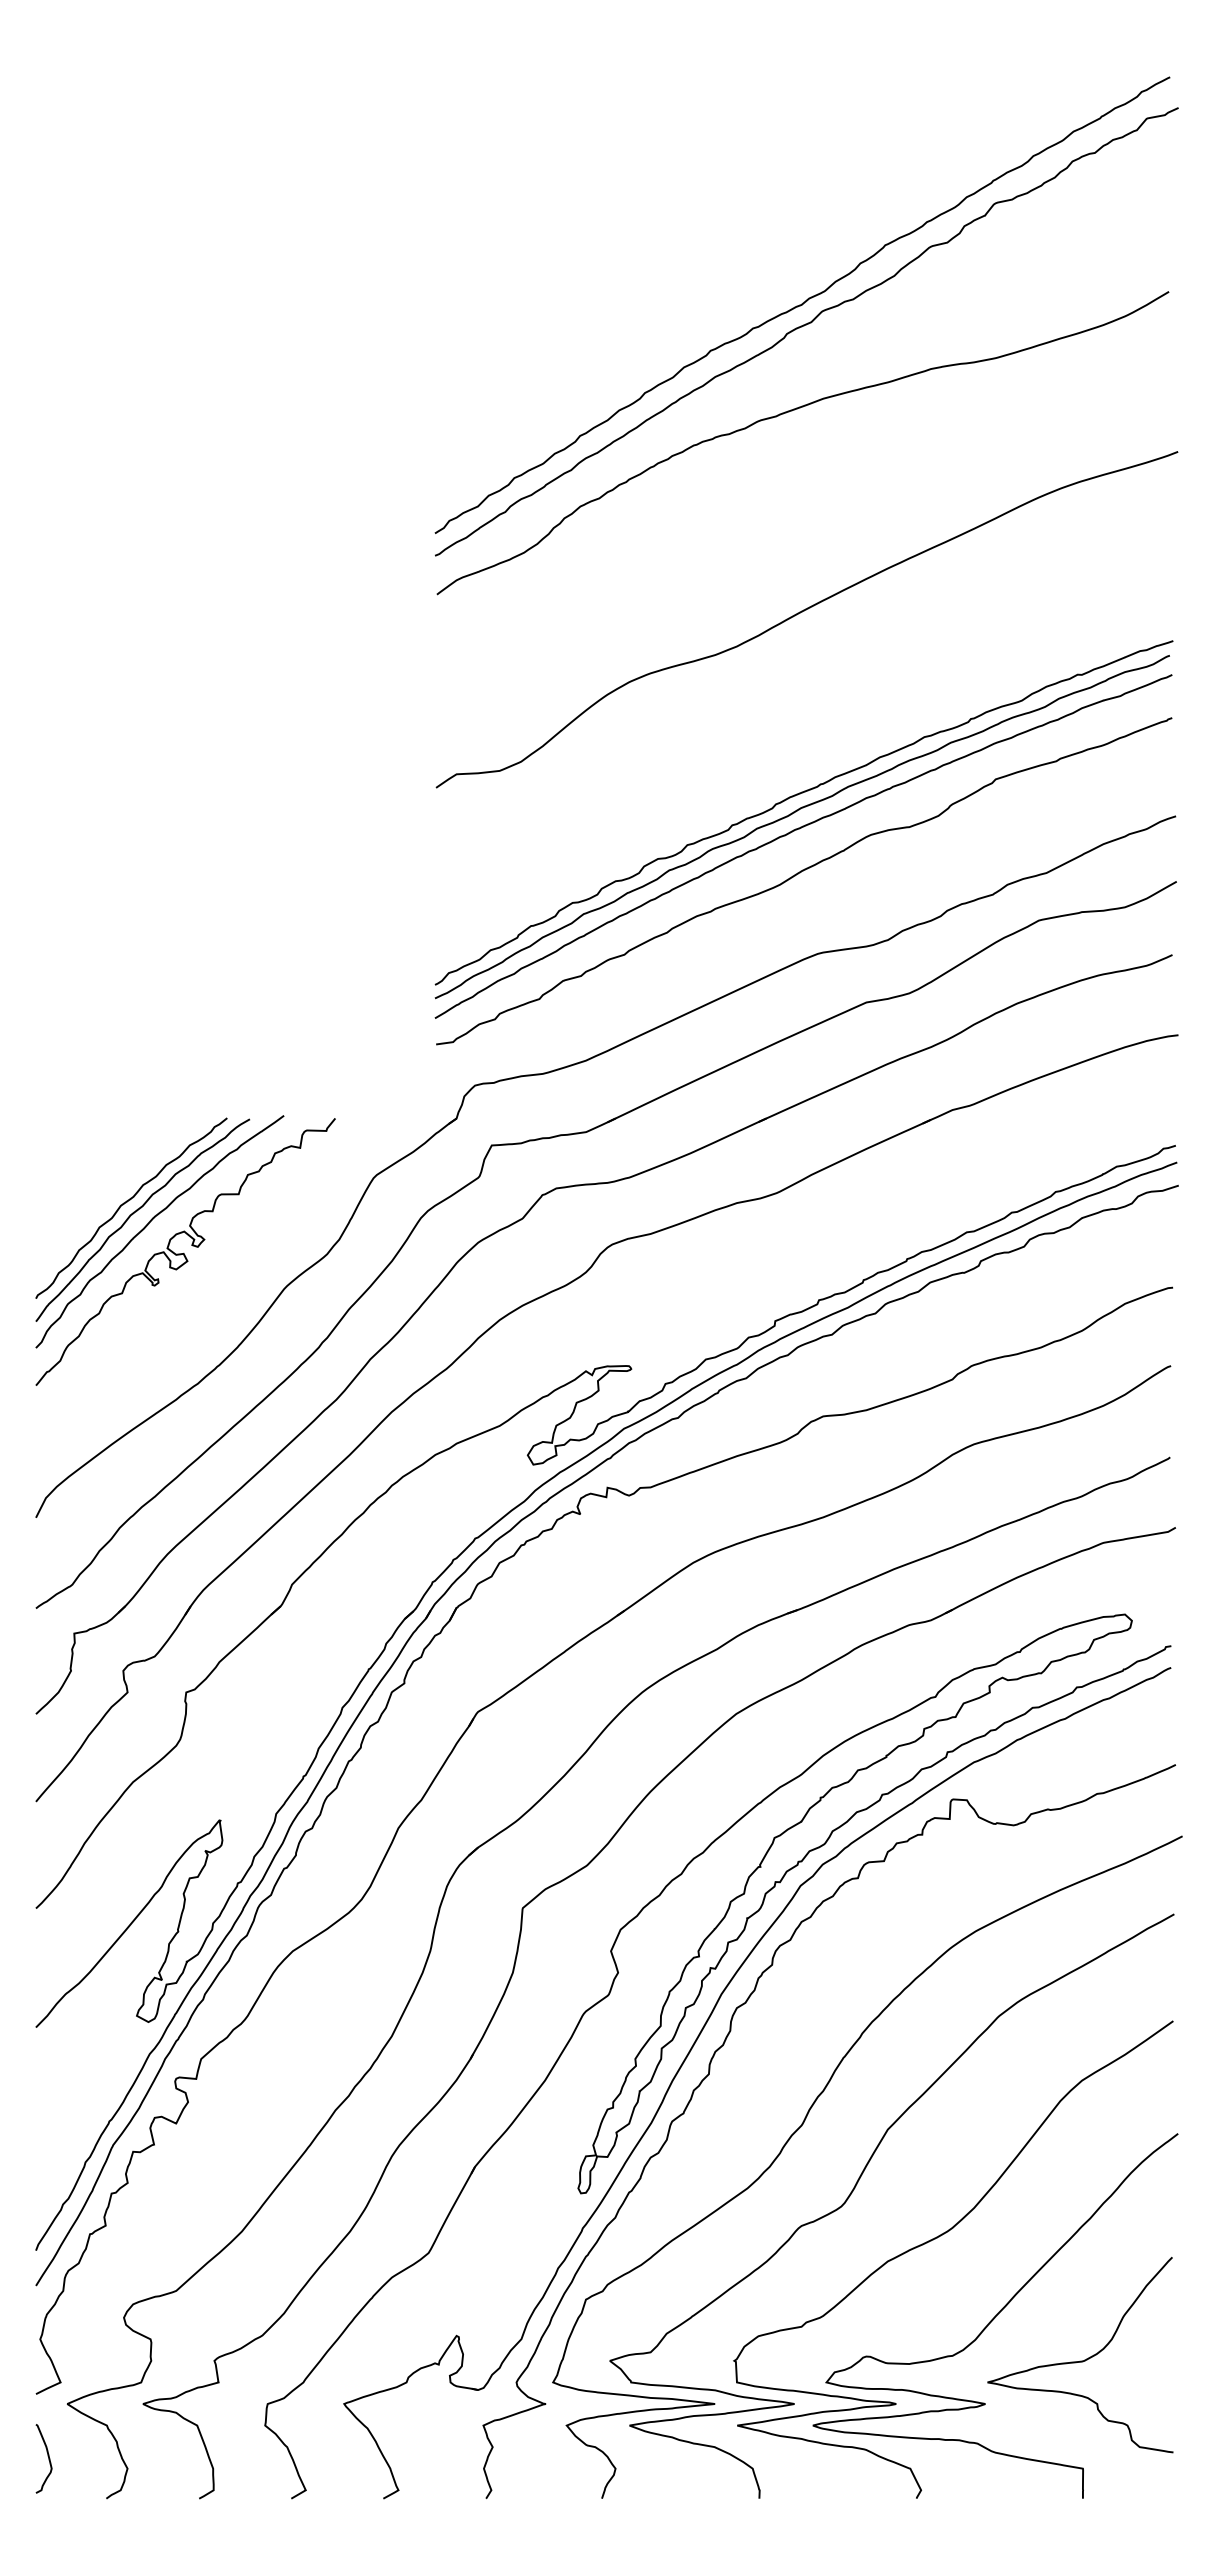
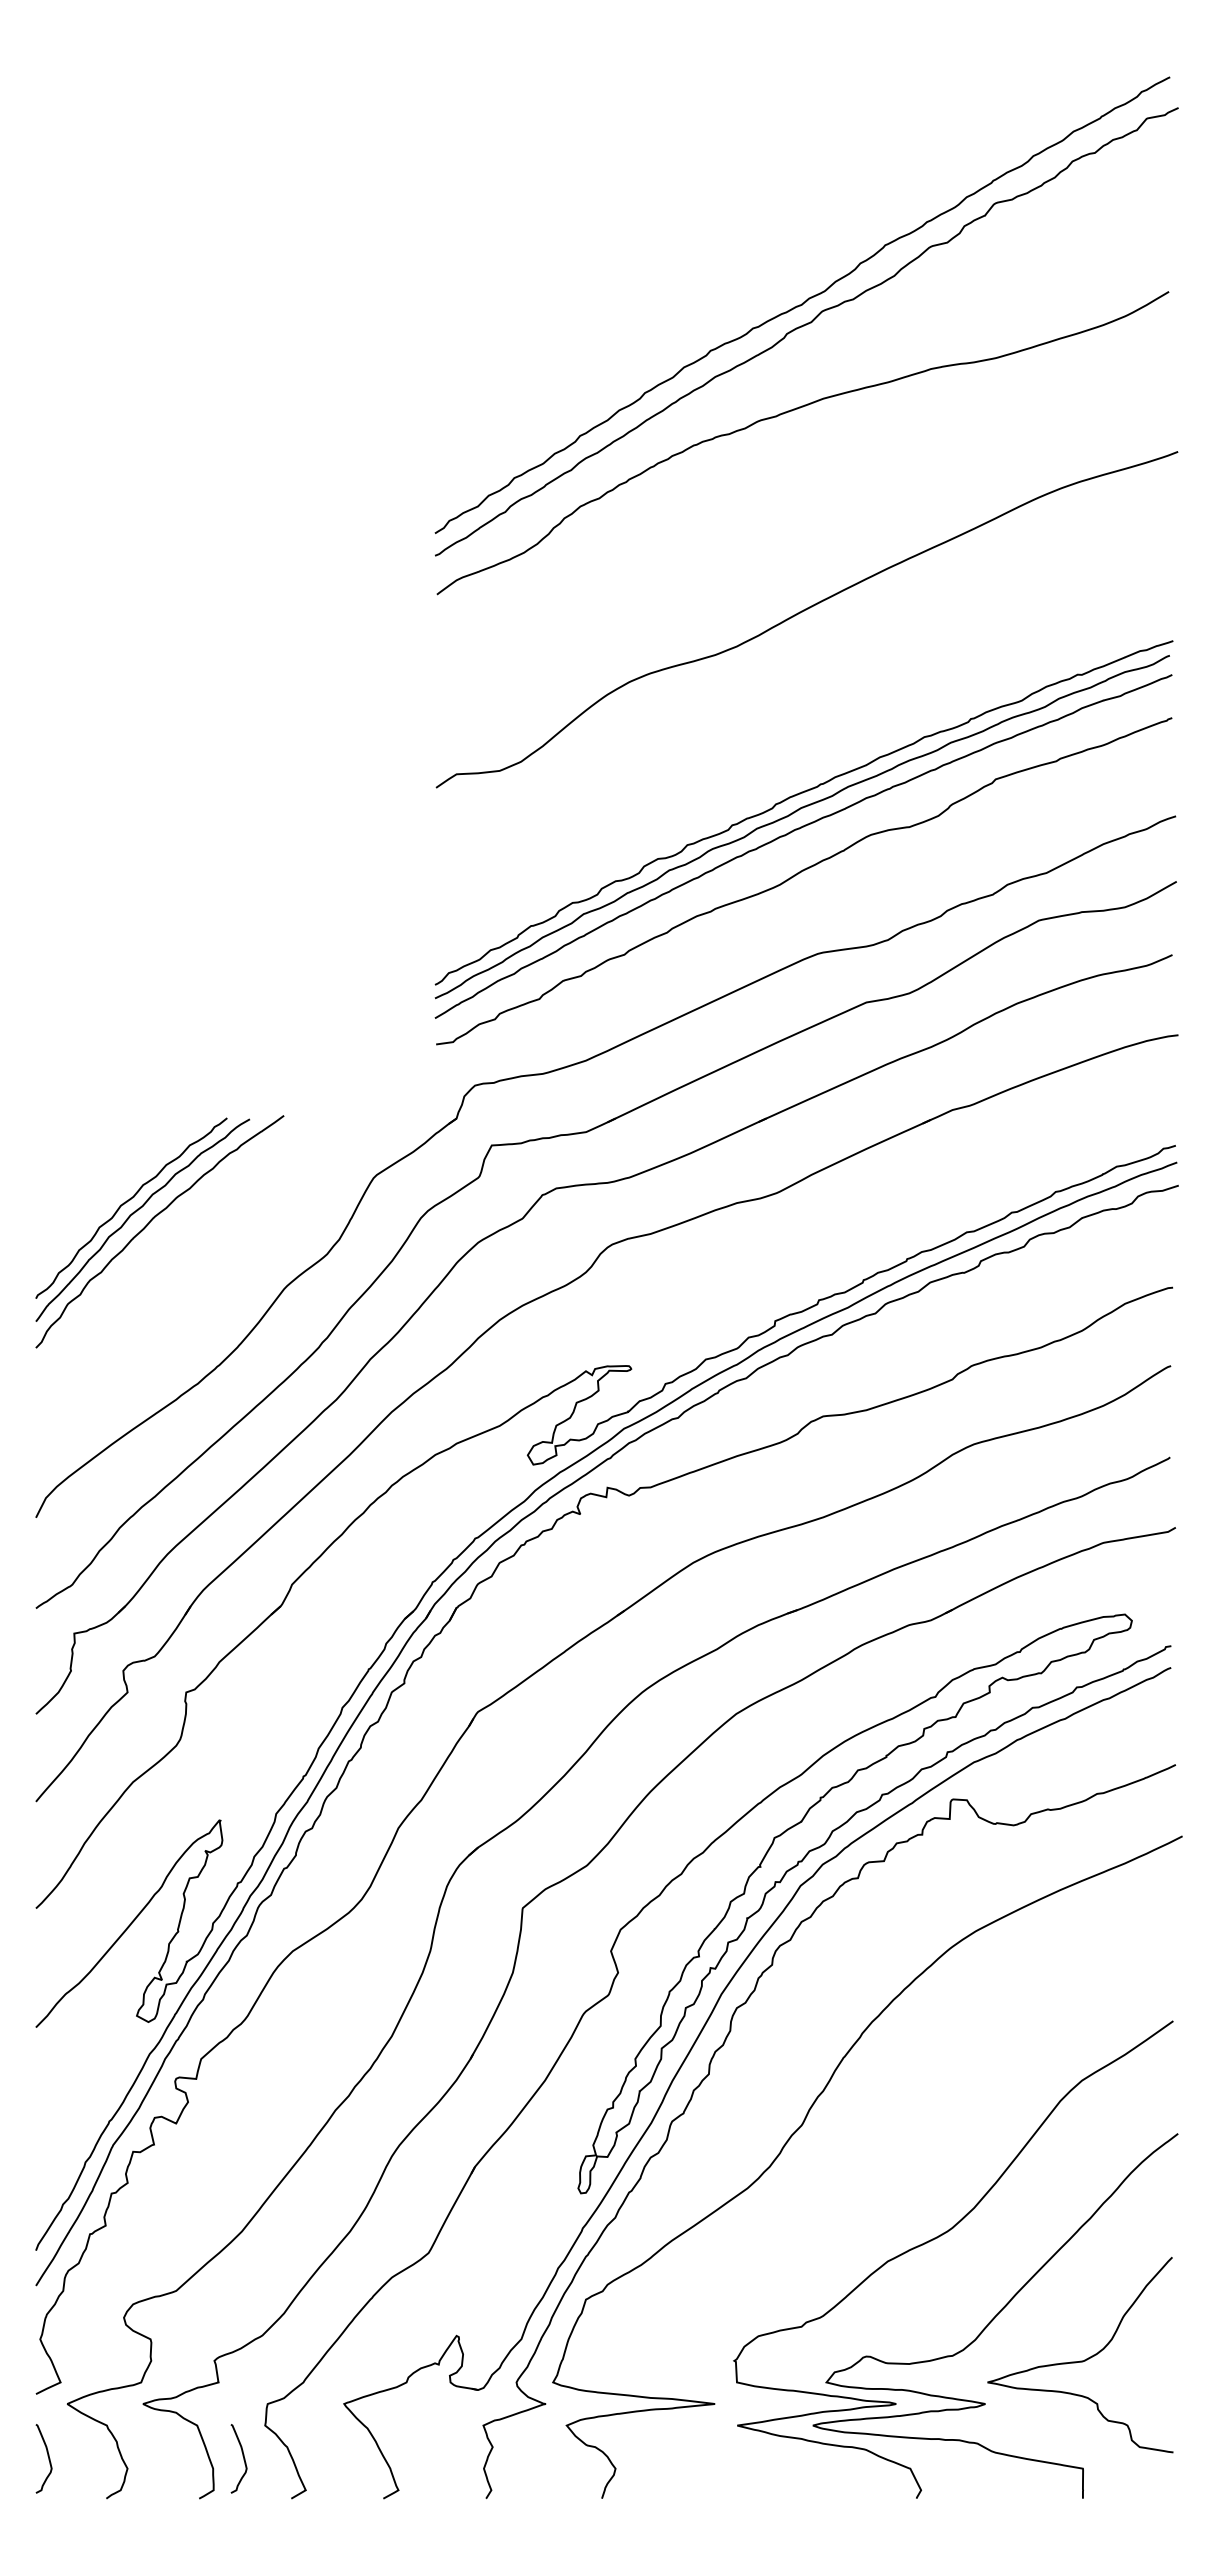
curve at (183, 1252): present -> none
curve at (855, 2188): present -> none
curve at (242, 2456): none -> present
